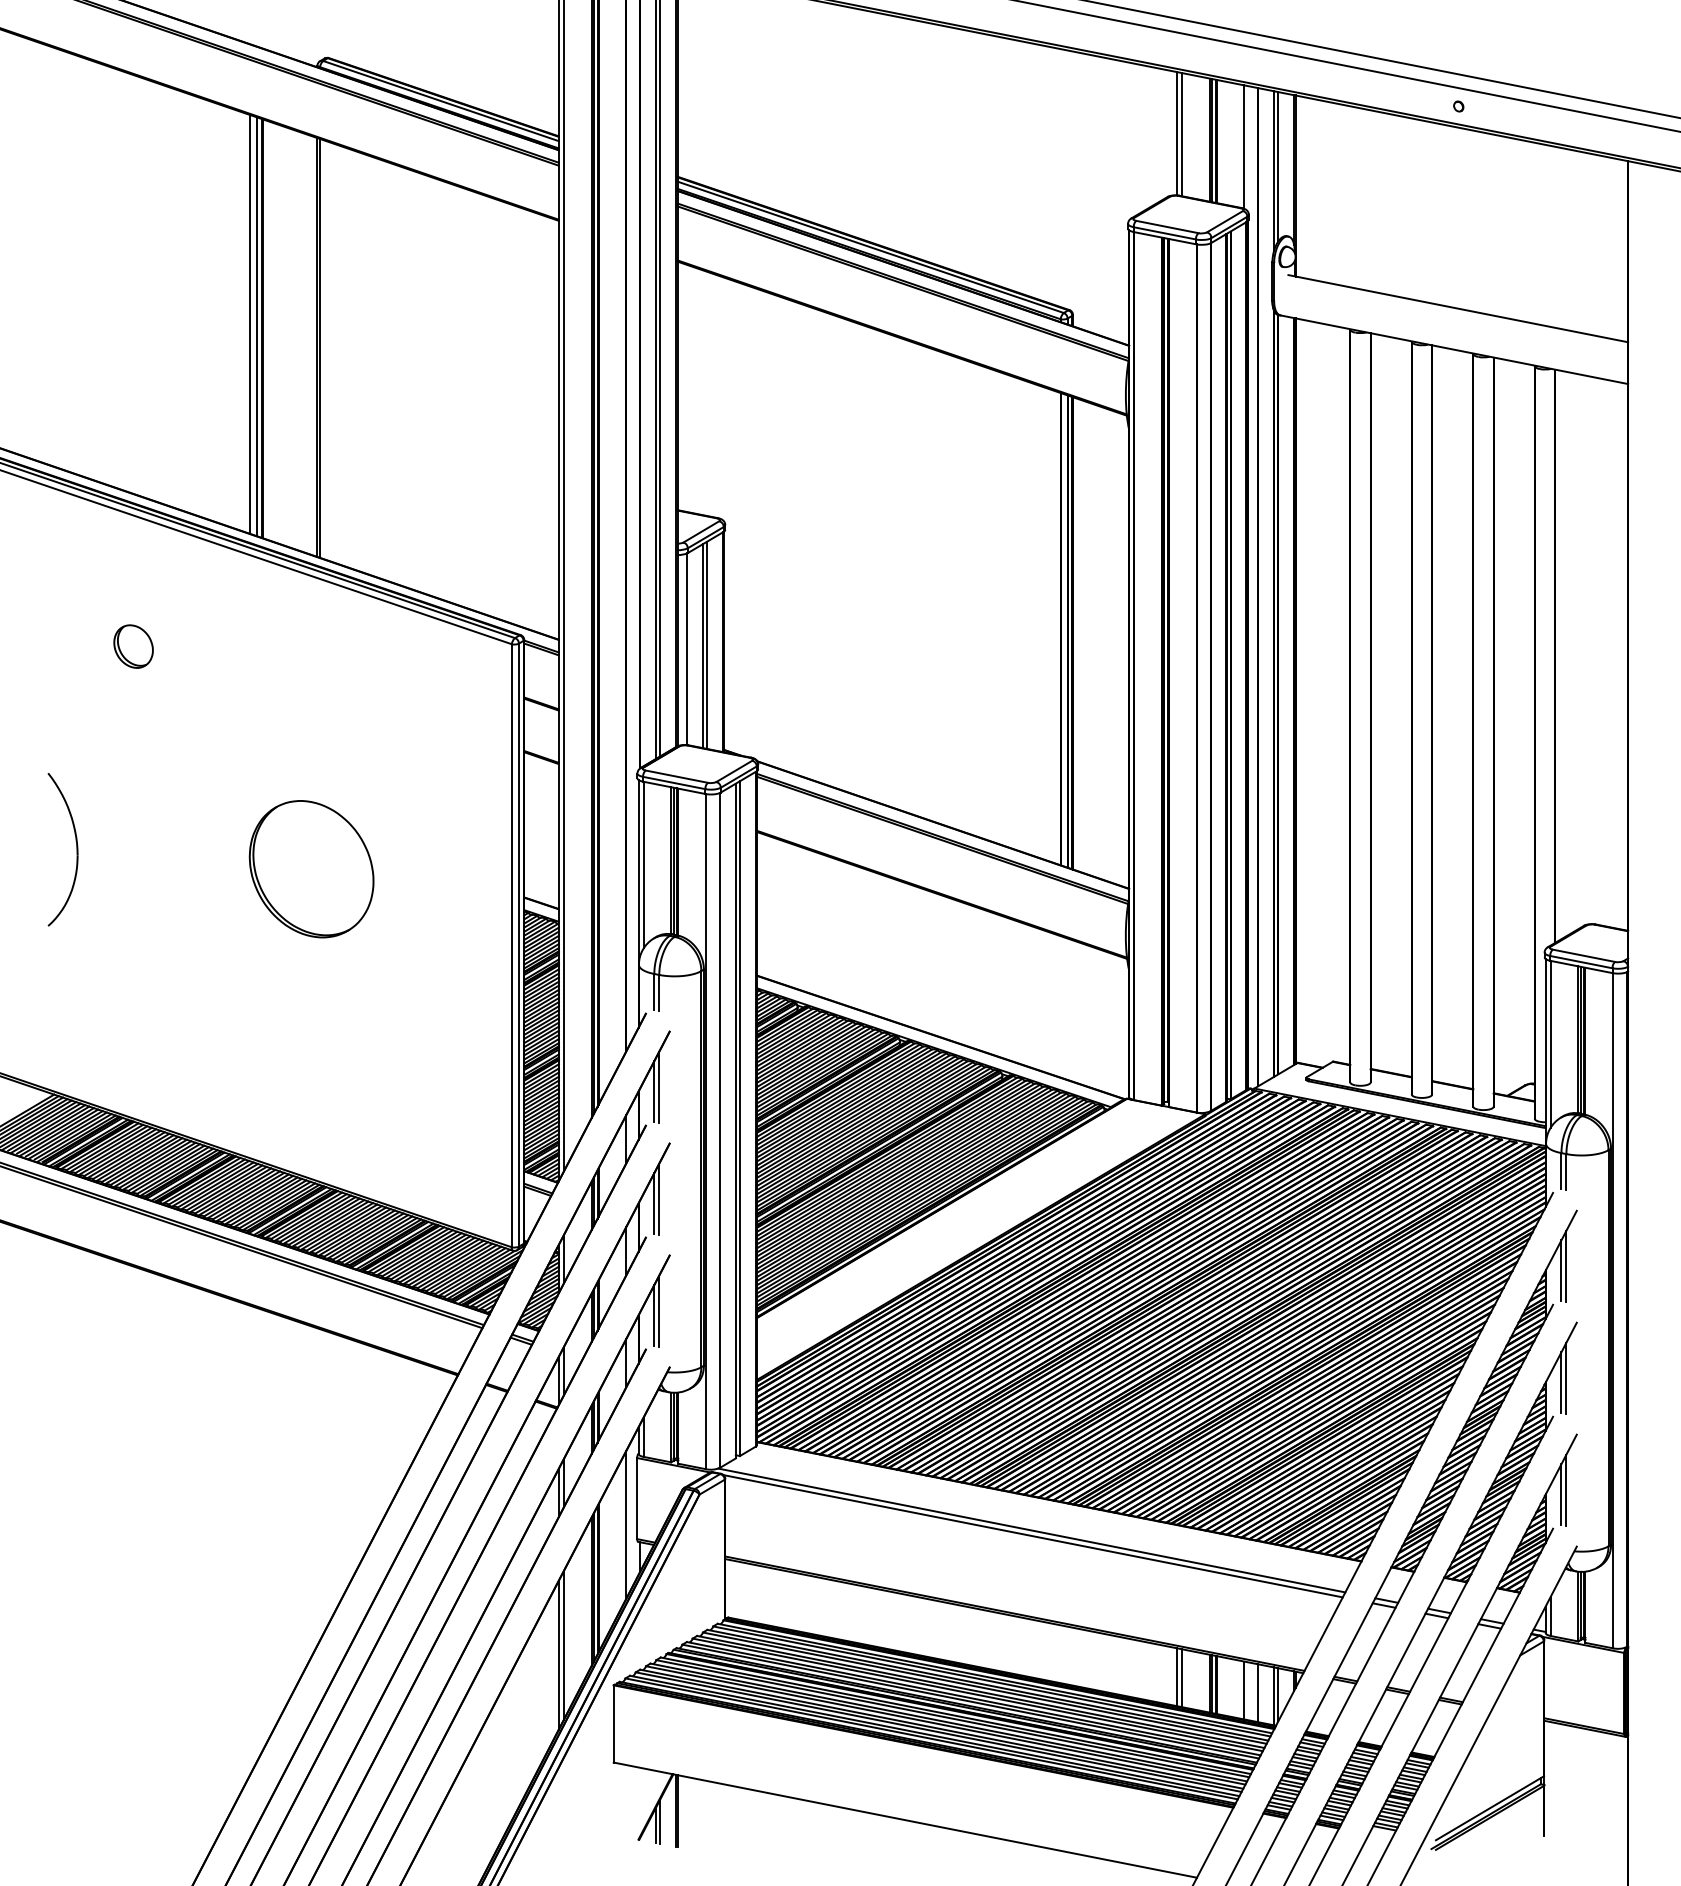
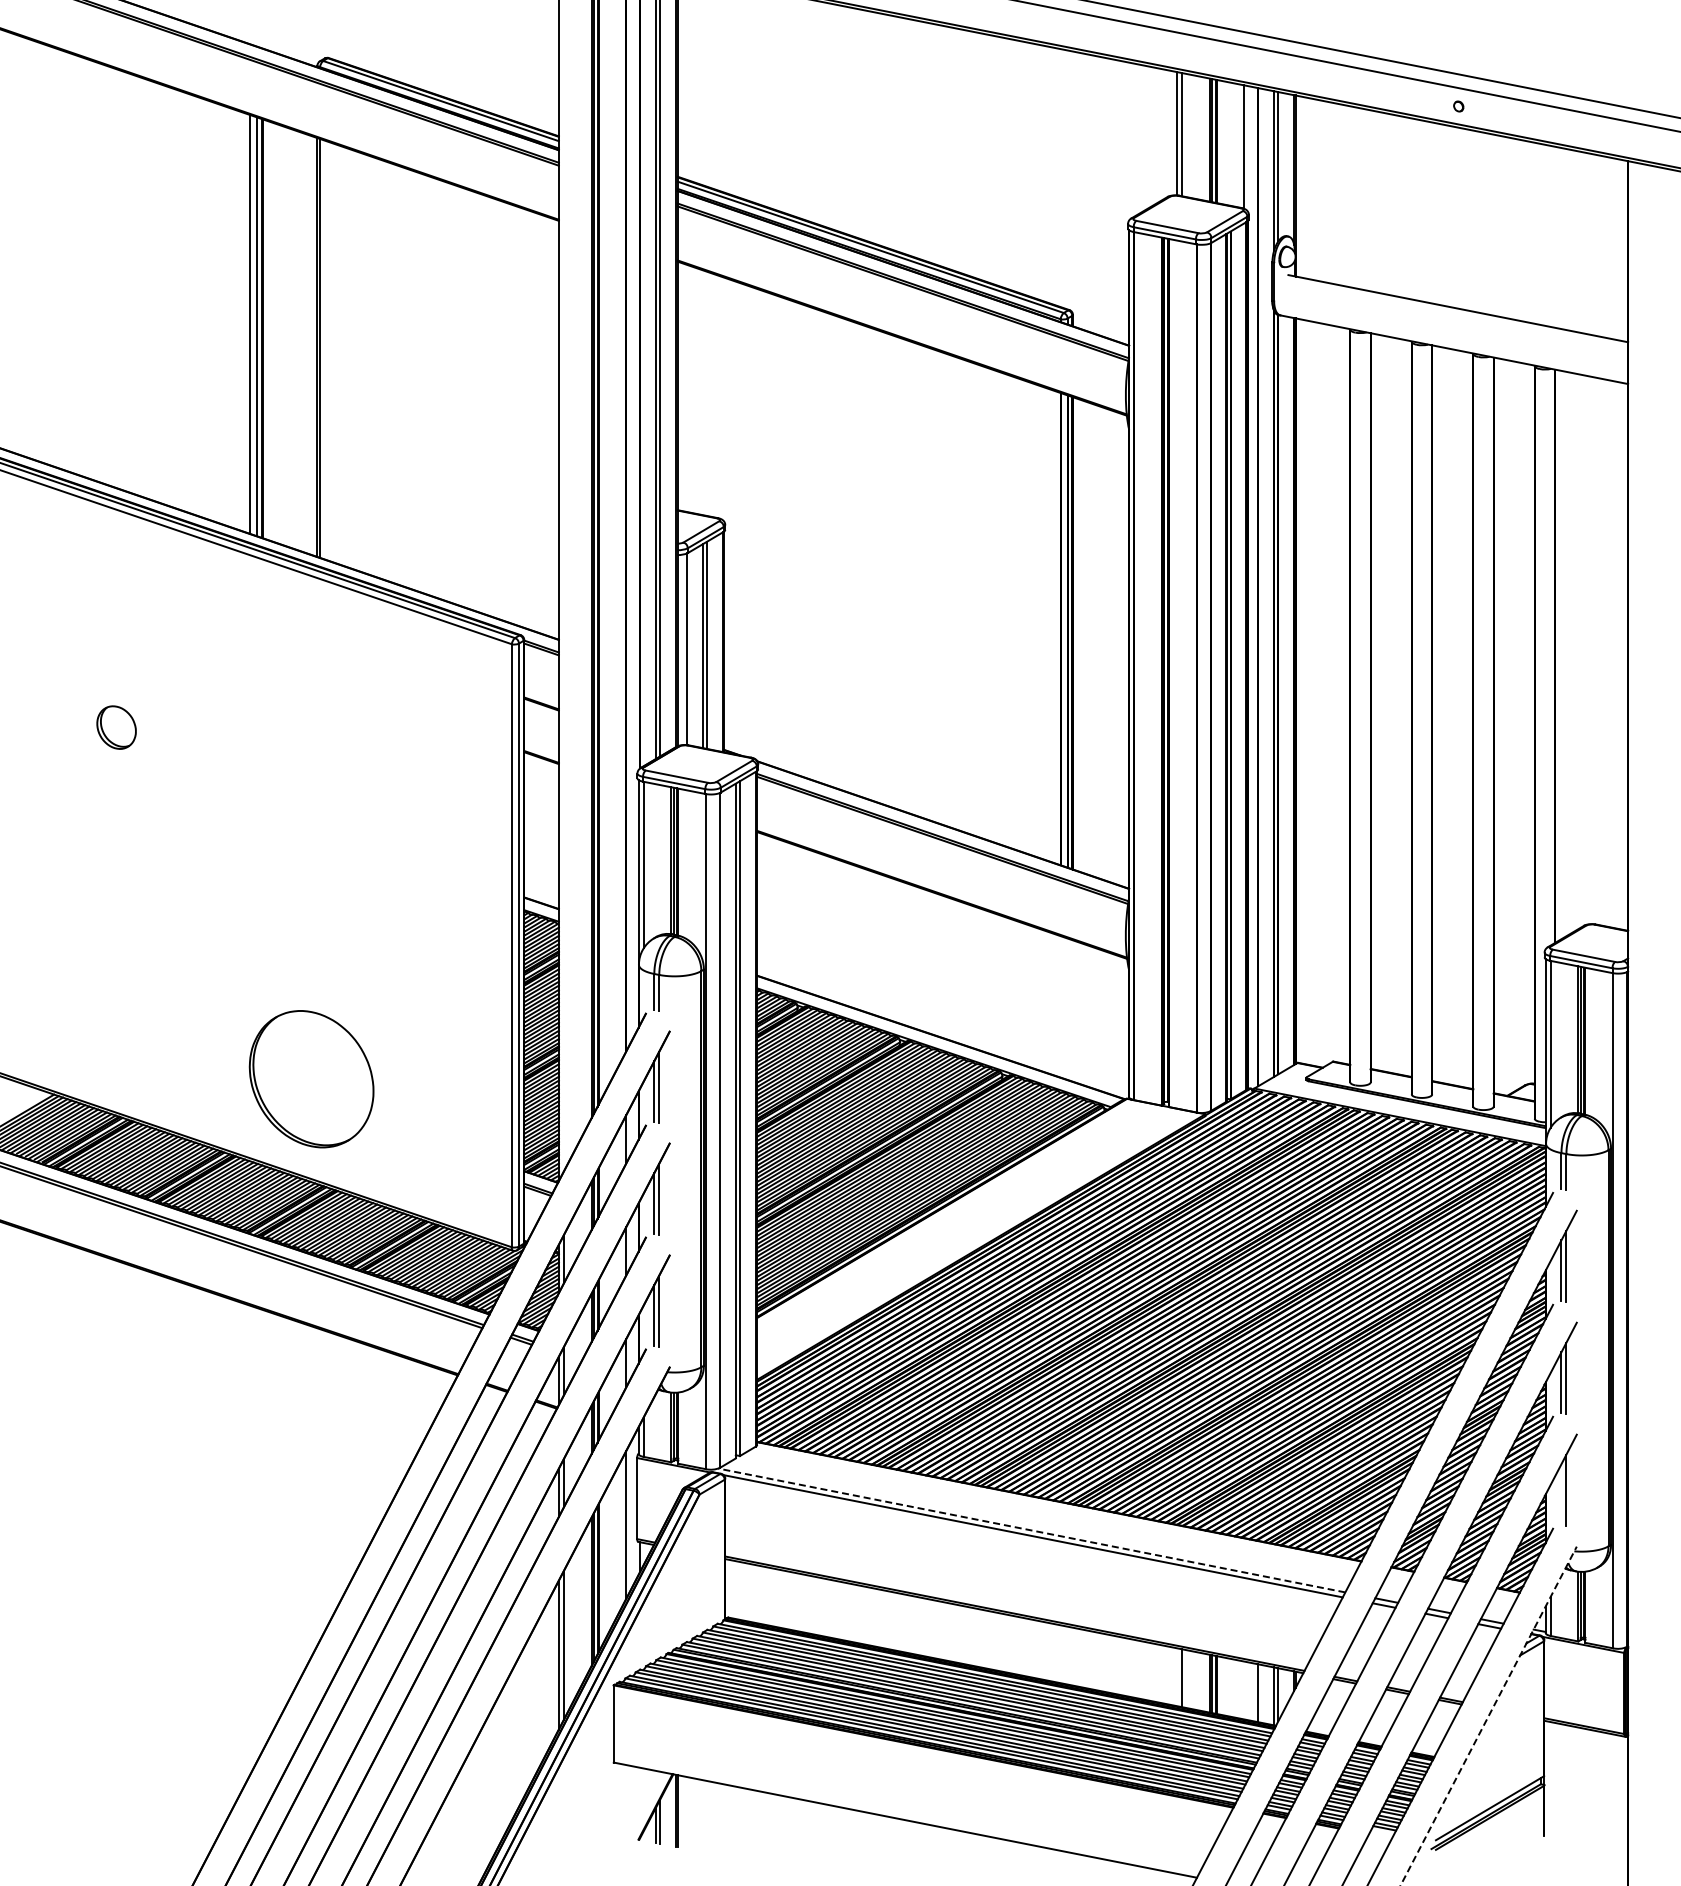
line at (564, 586): present -> none
part at (133, 646) position: (133, 646) -> (116, 727)
part at (76, 849): present -> none
part at (311, 869) position: (311, 869) -> (311, 1079)
line at (1561, 1494): present -> none
line at (1031, 1530): solid -> dashed
line at (1176, 1677): present -> none
line at (1244, 1690): present -> none
line at (1488, 1716): solid -> dashed
